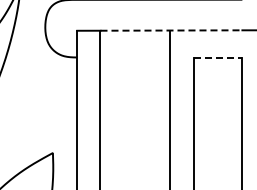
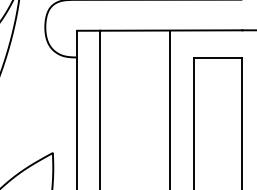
line at (171, 30): dashed -> solid
line at (218, 57): dashed -> solid
